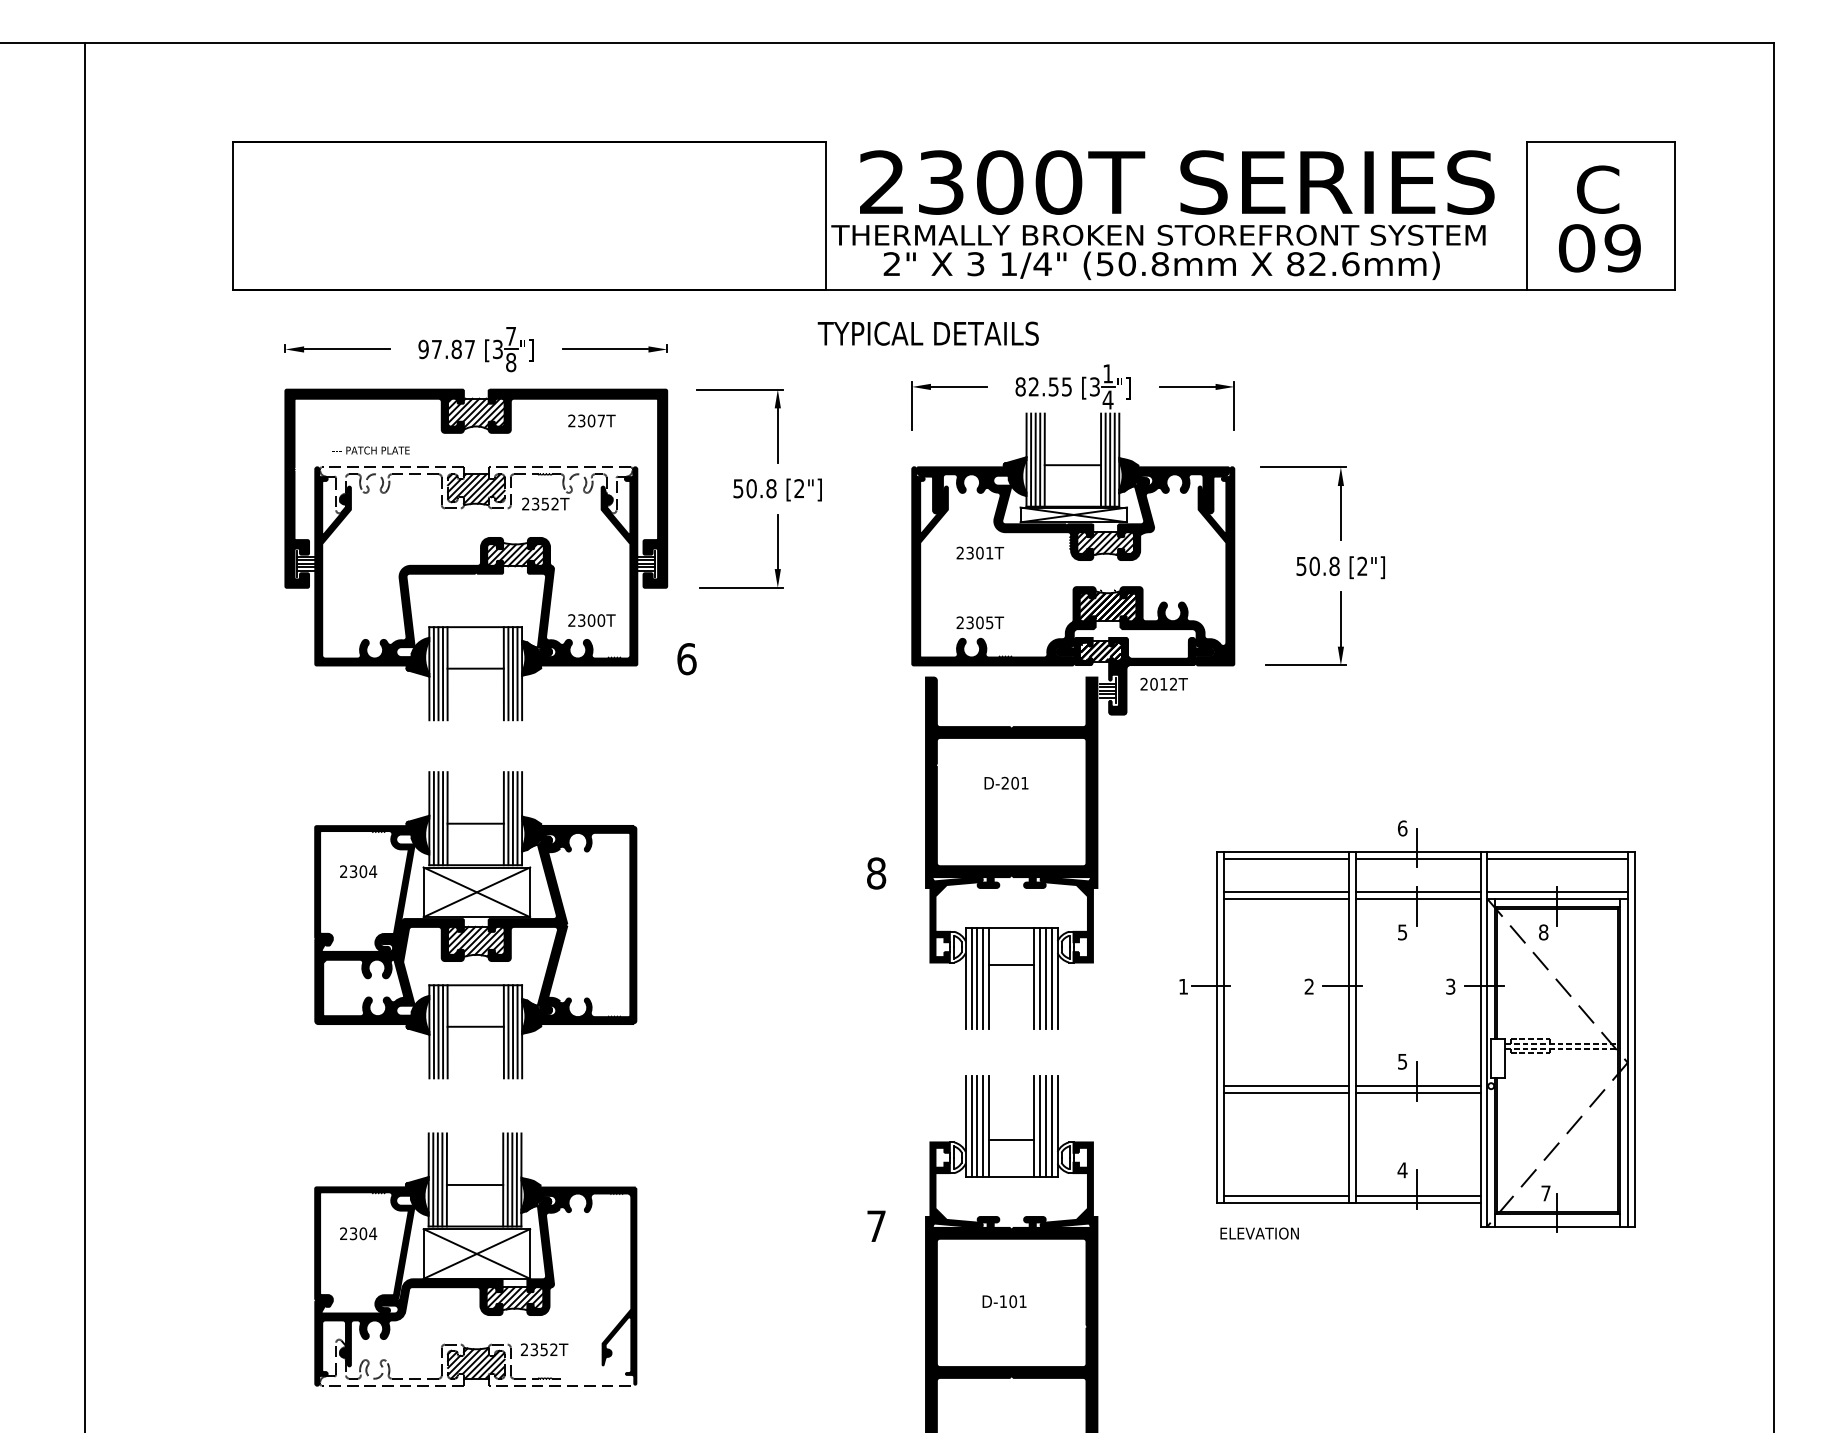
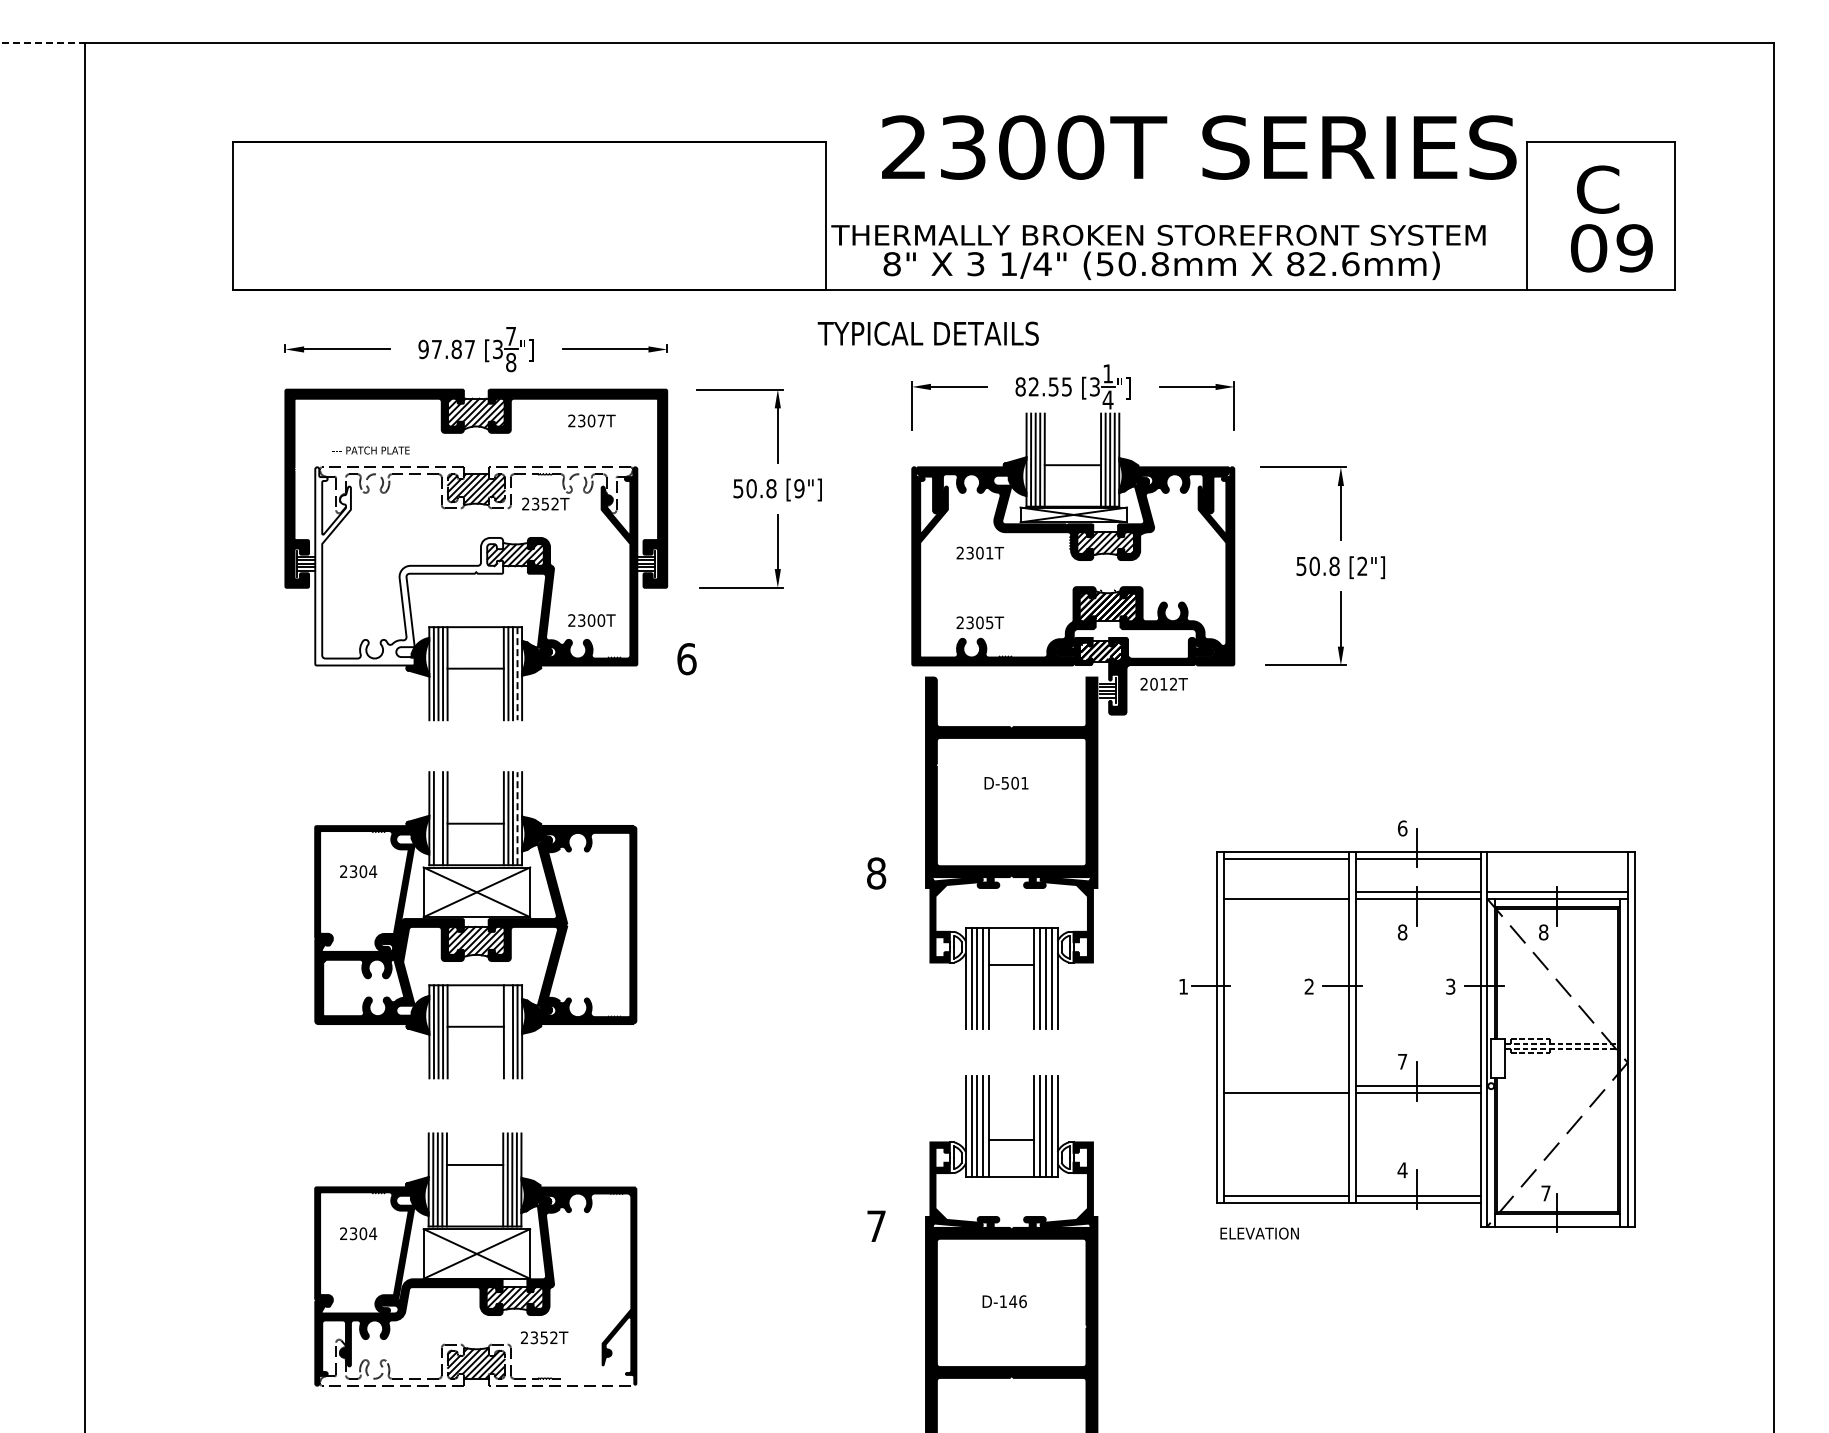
line at (42, 43): solid -> dashed
text at (1177, 182) position: (1177, 182) -> (1199, 147)
text at (1599, 248) position: (1599, 248) -> (1611, 248)
text at (891, 264): 2" -> 8"
text at (799, 488): [2"] -> [9"]
fill at (409, 566): present -> none
line at (517, 673): solid -> dashed
text at (1004, 782): D-201 -> D-501
line at (438, 818): present -> none
line at (517, 818): solid -> dashed
line at (1557, 858): present -> none
line at (1286, 892): present -> none
text at (1402, 932): 5 -> 8
line at (508, 1031): present -> none
text at (1402, 1061): 5 -> 7
line at (1286, 1086): present -> none
line at (474, 1184) position: (474, 1184) -> (474, 1164)
text at (1017, 1301): D-101 -> D-146
text at (544, 1349) position: (544, 1349) -> (544, 1337)
